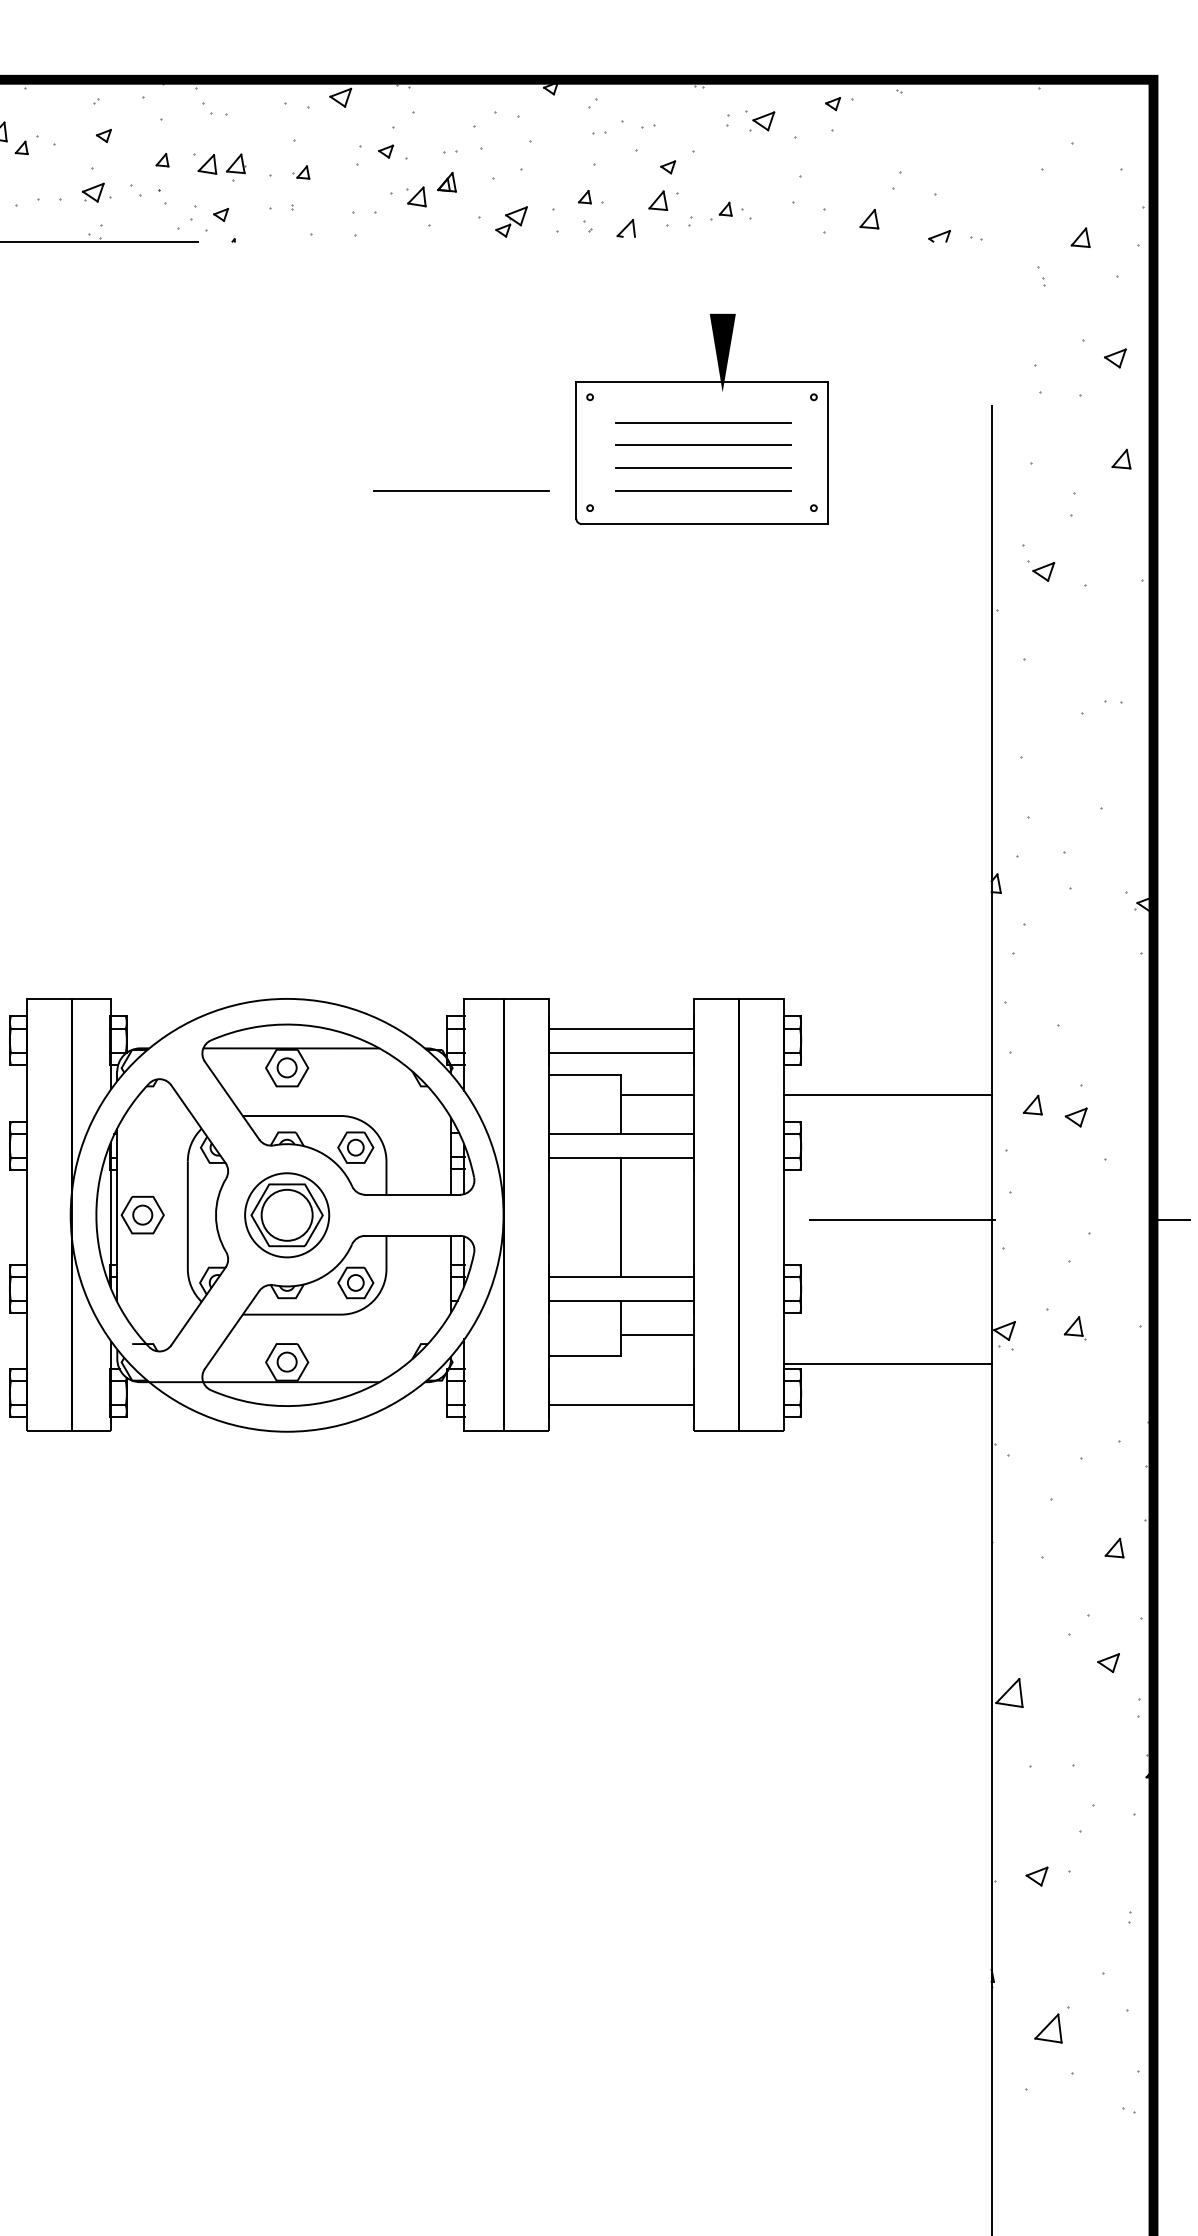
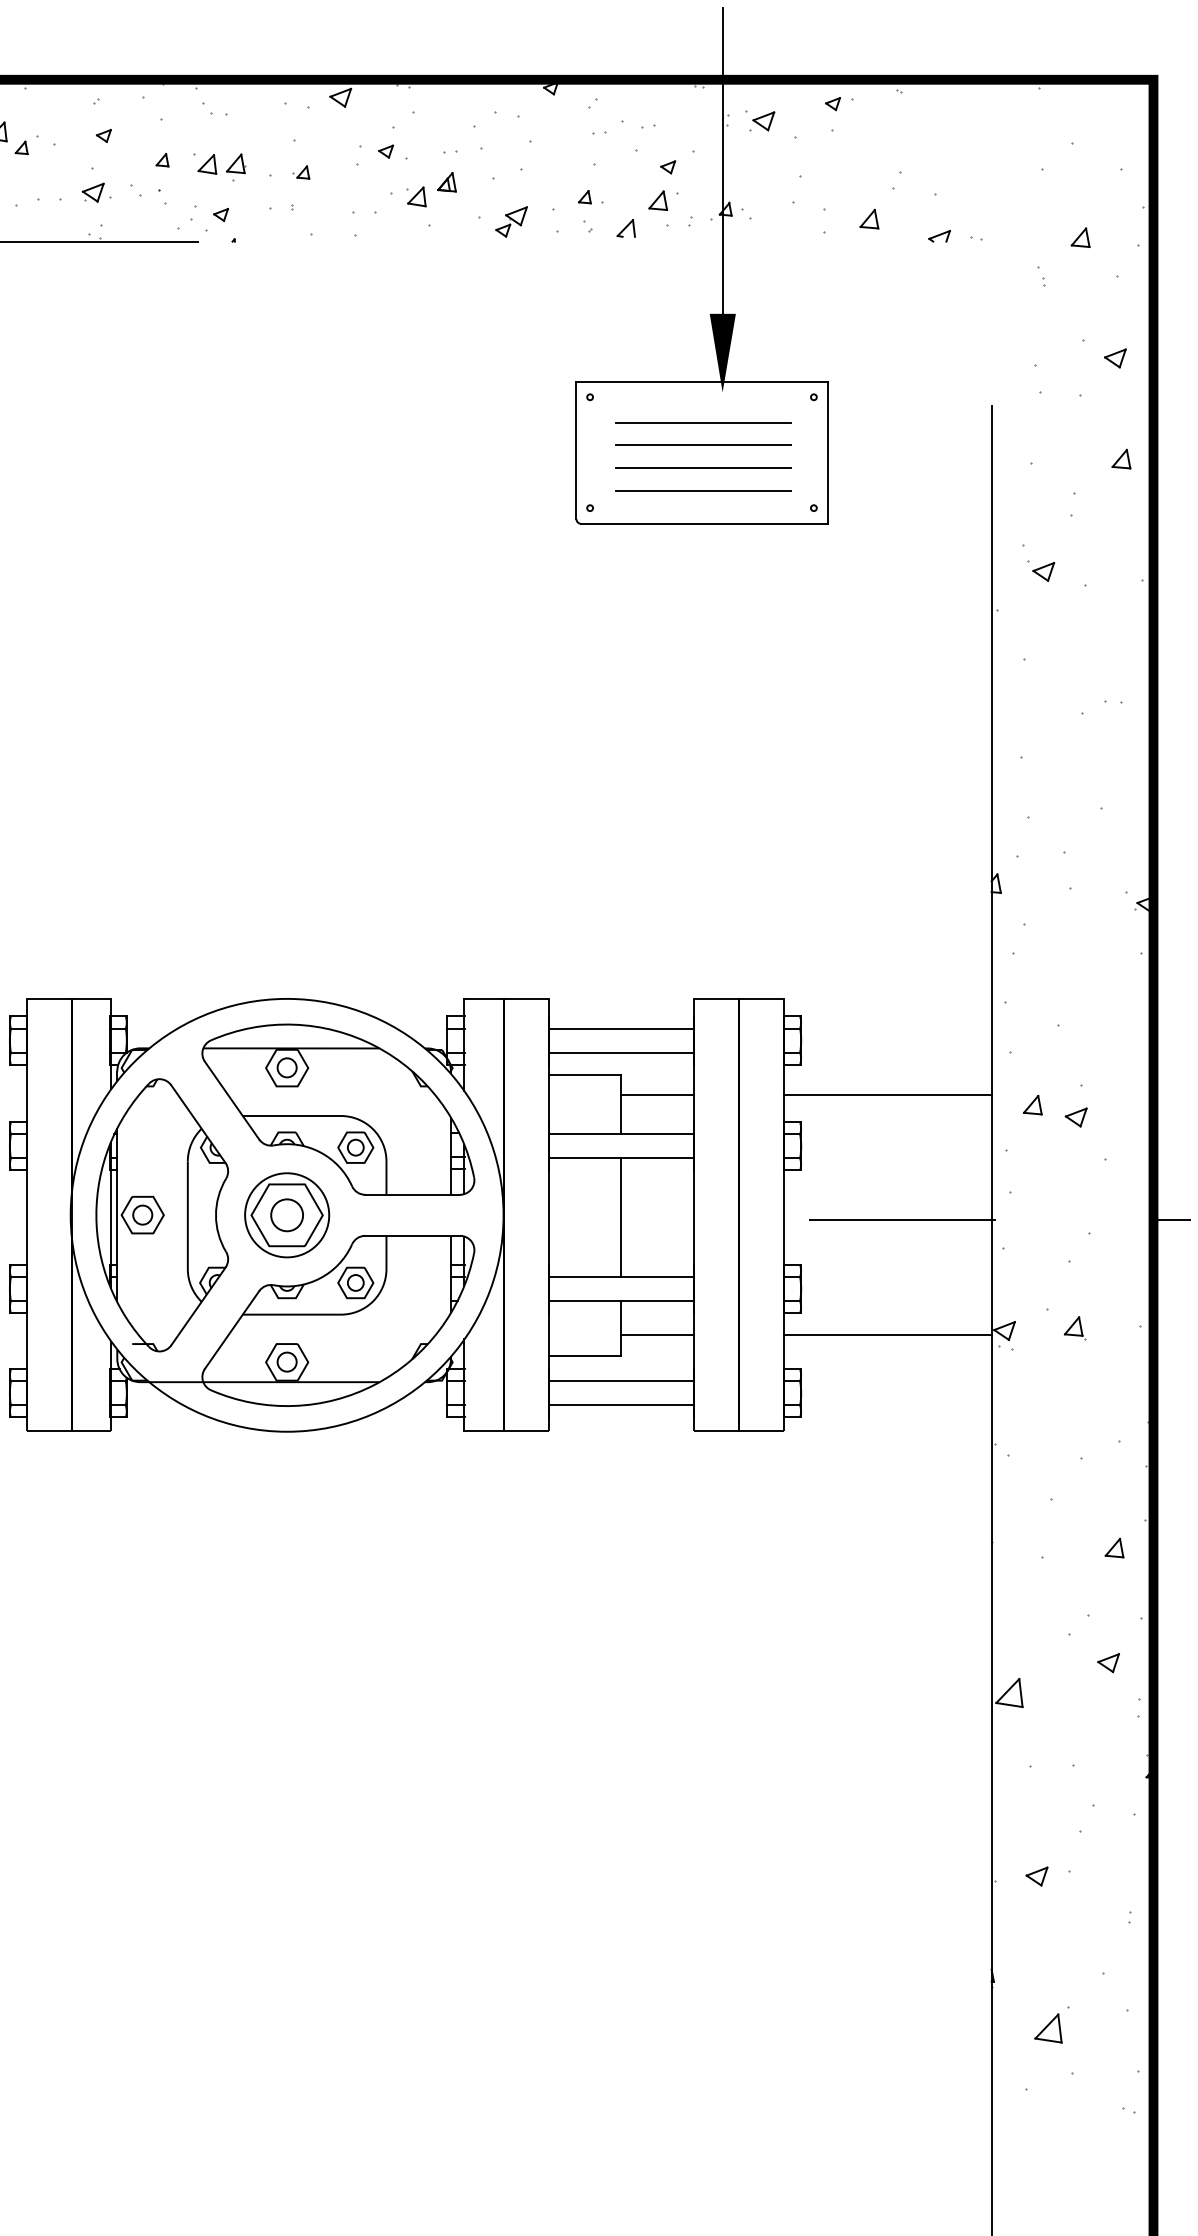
line at (722, 160): none -> present
line at (461, 490): present -> none
circle at (286, 1214) diameter: 51 px -> 32 px
line at (887, 1364) position: (887, 1364) -> (887, 1335)
line at (621, 1381): none -> present
